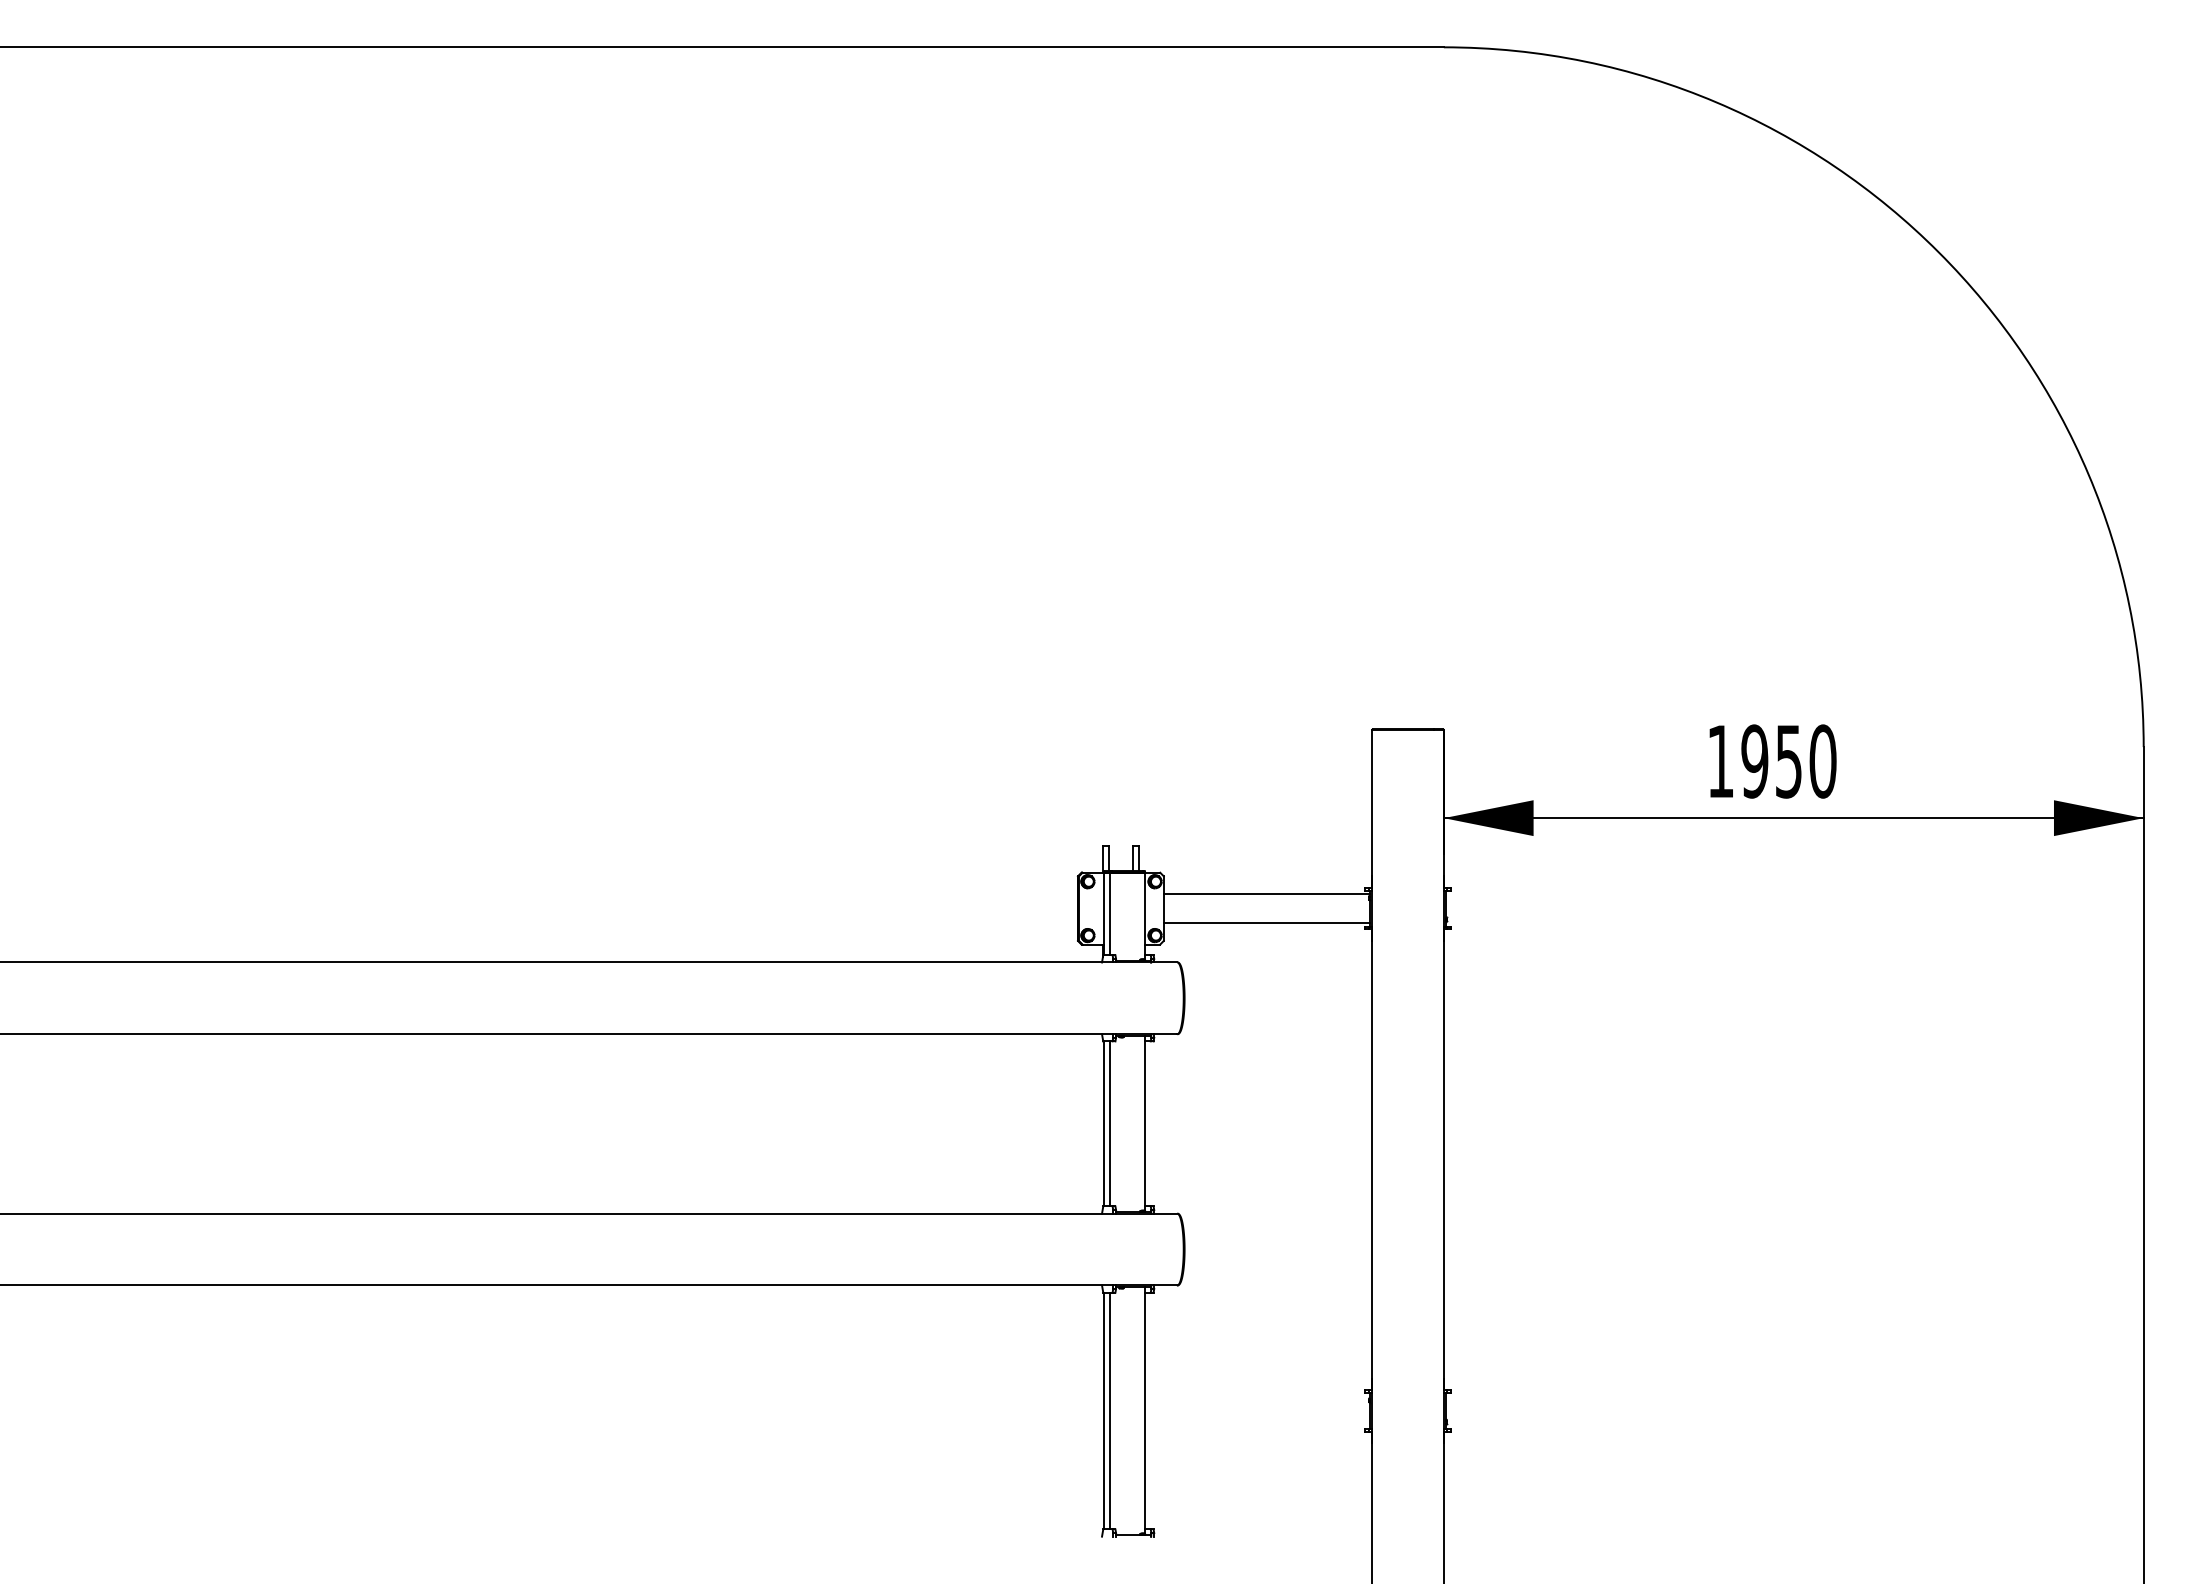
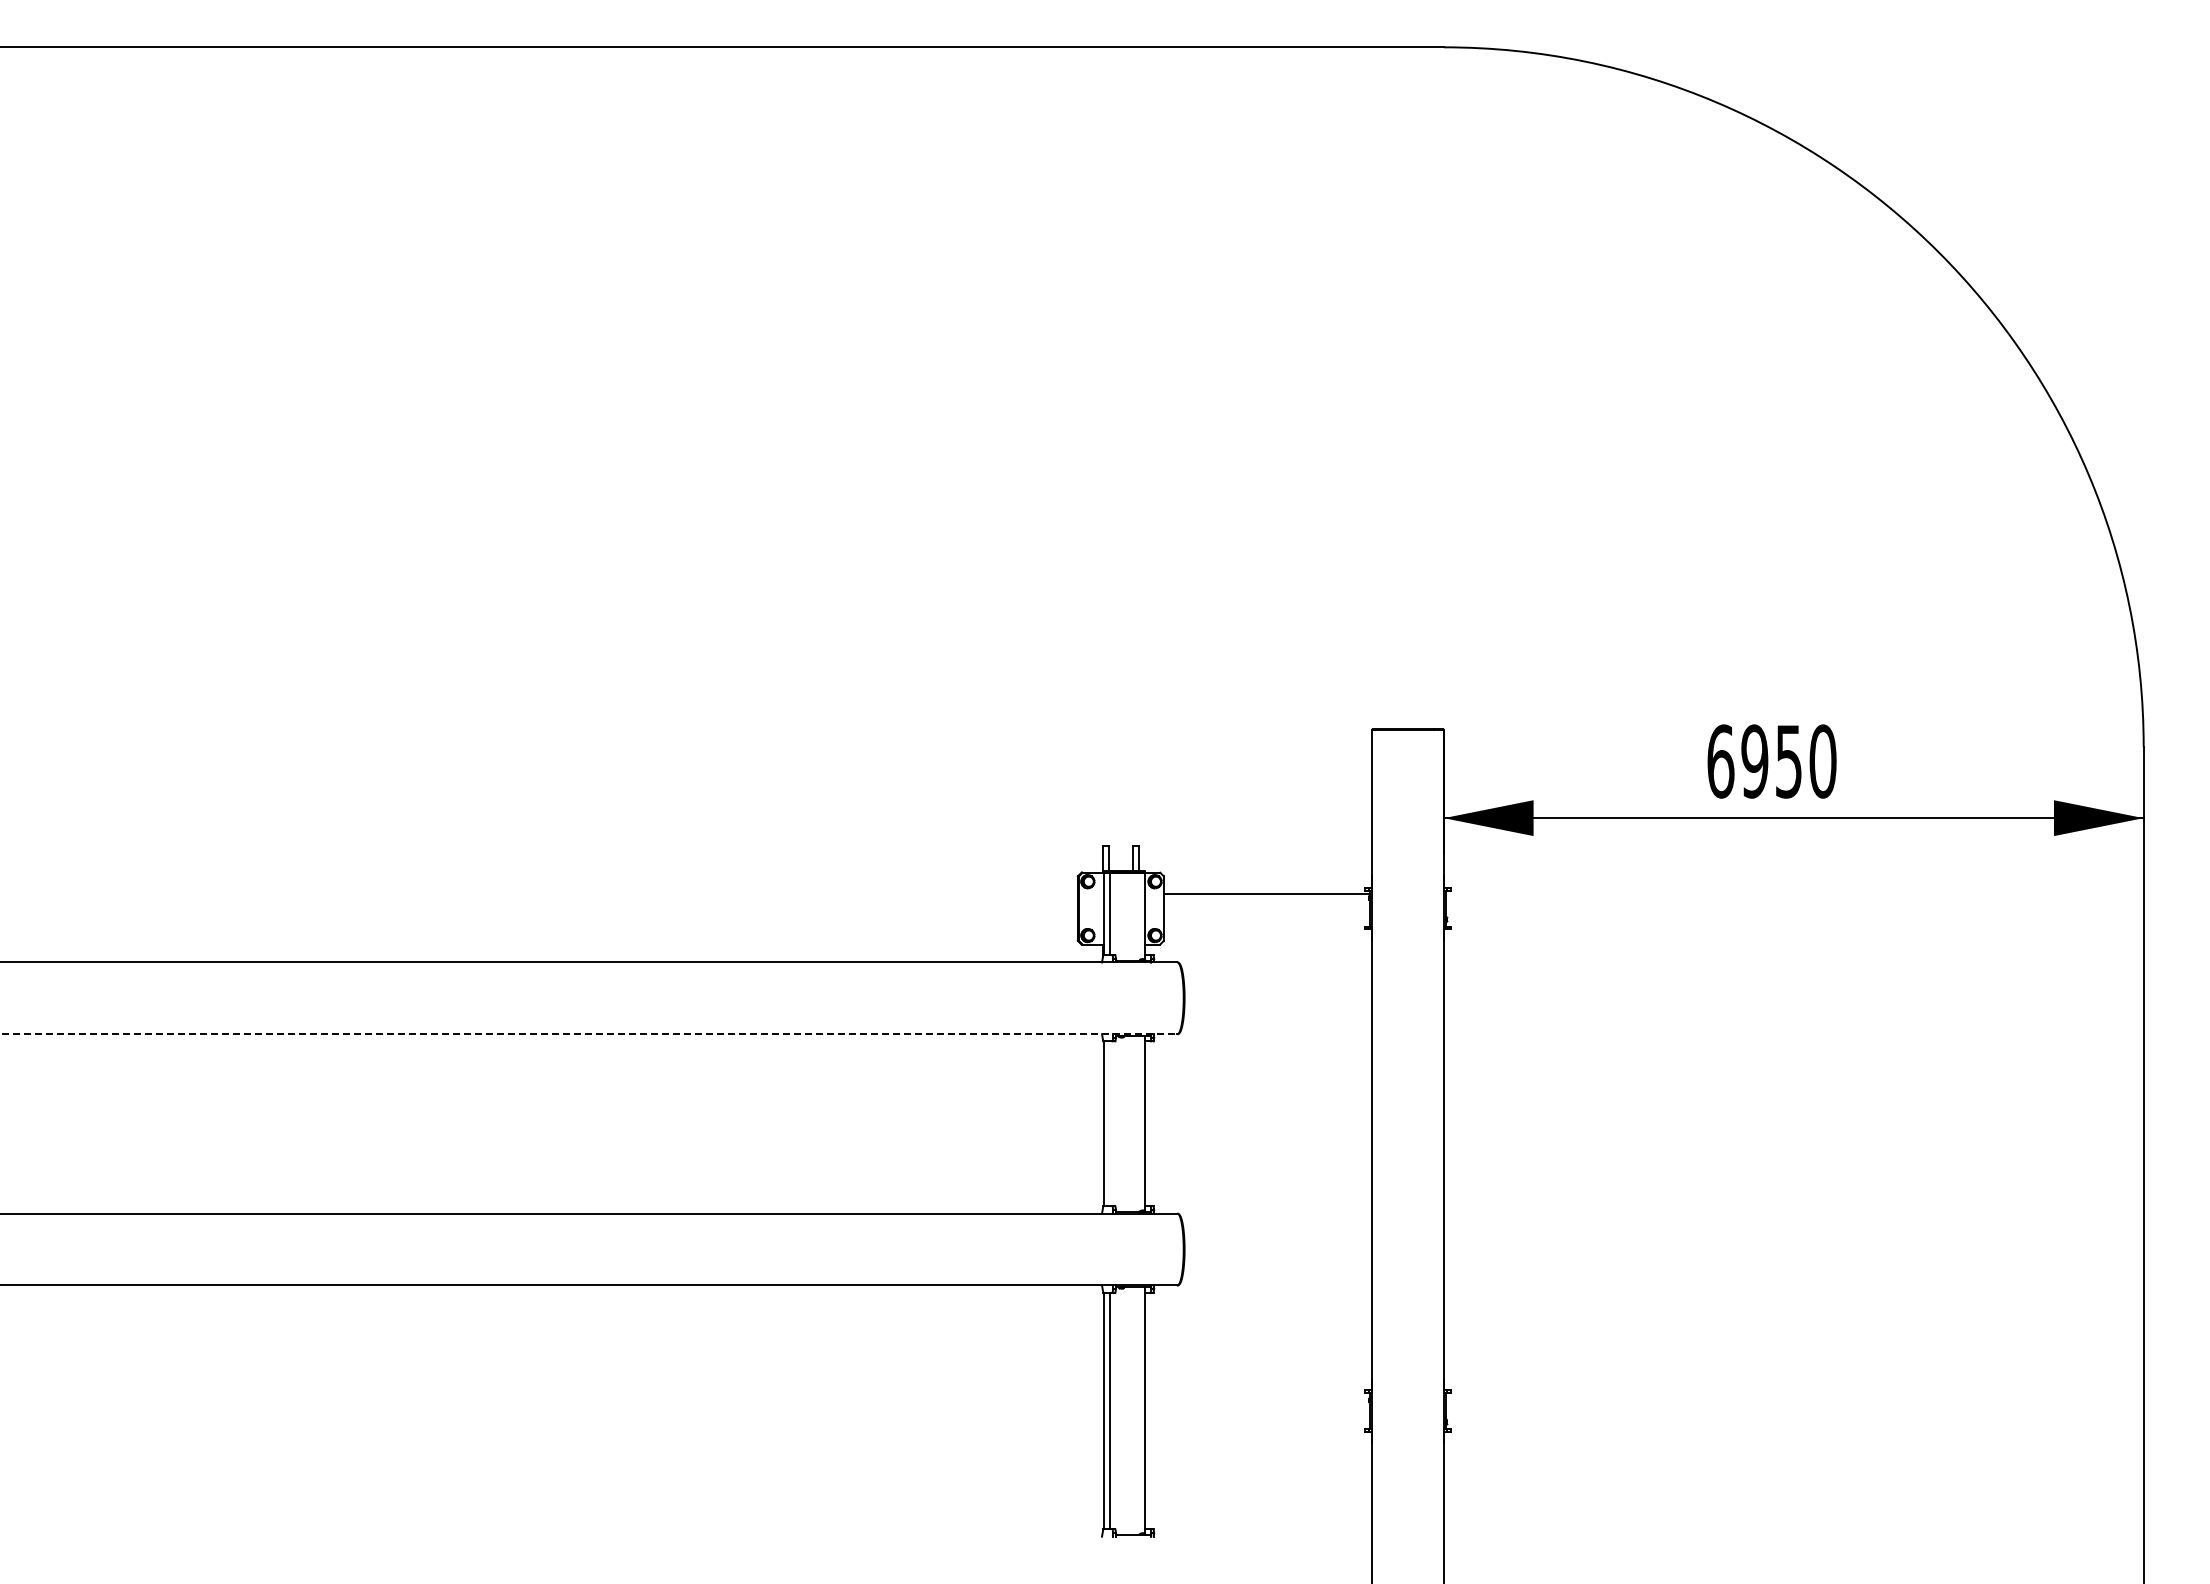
text at (1720, 761): 1950 -> 6950
line at (1266, 922): present -> none
line at (589, 1034): solid -> dashed
line at (1109, 1123): present -> none
